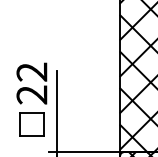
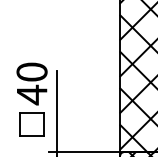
text at (31, 83): 22 -> 40
